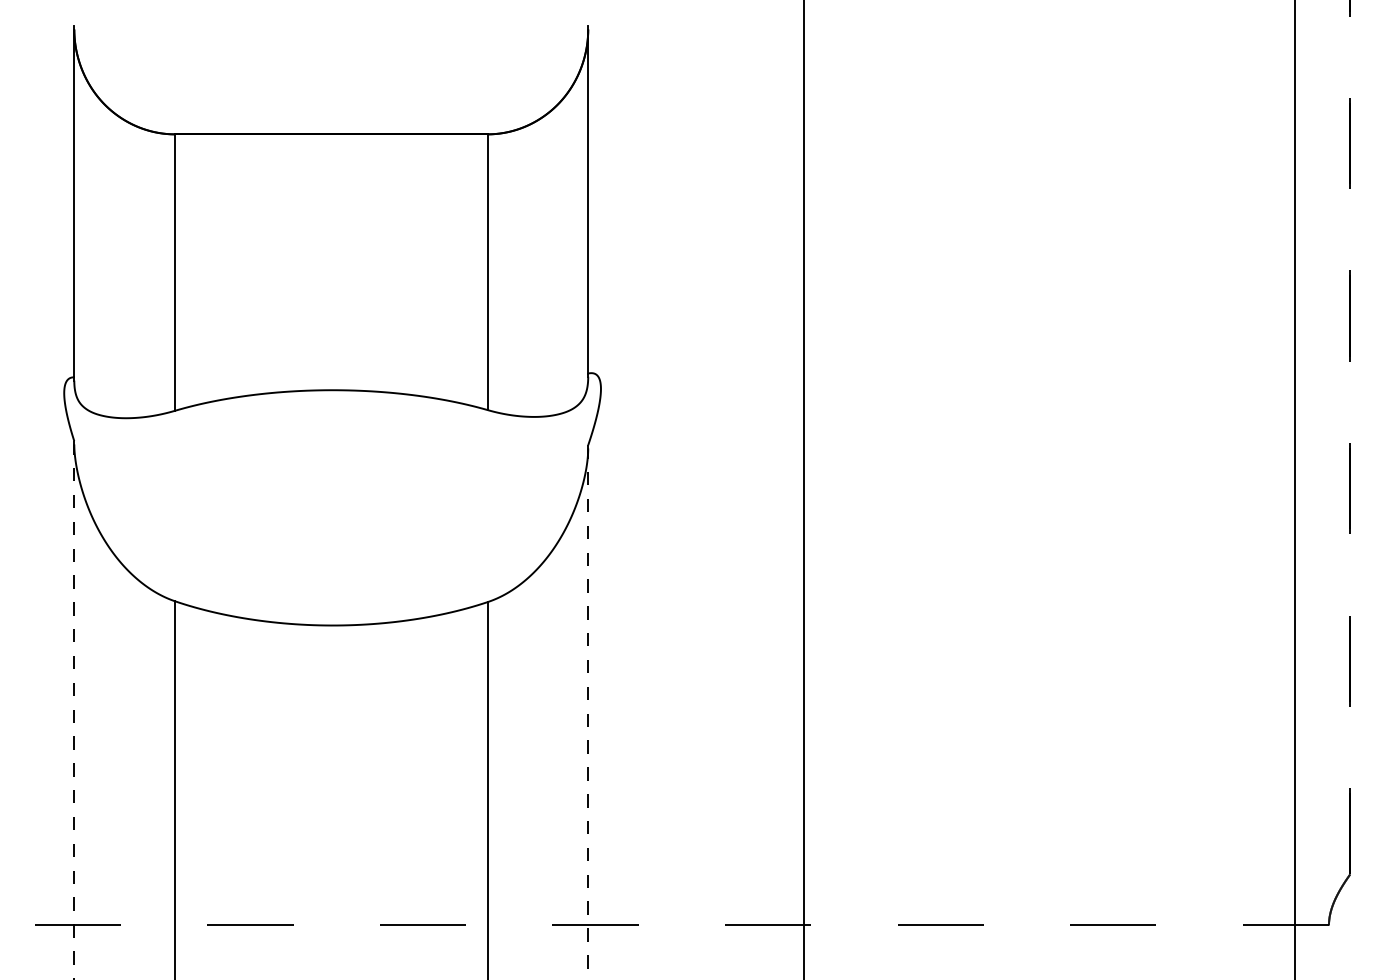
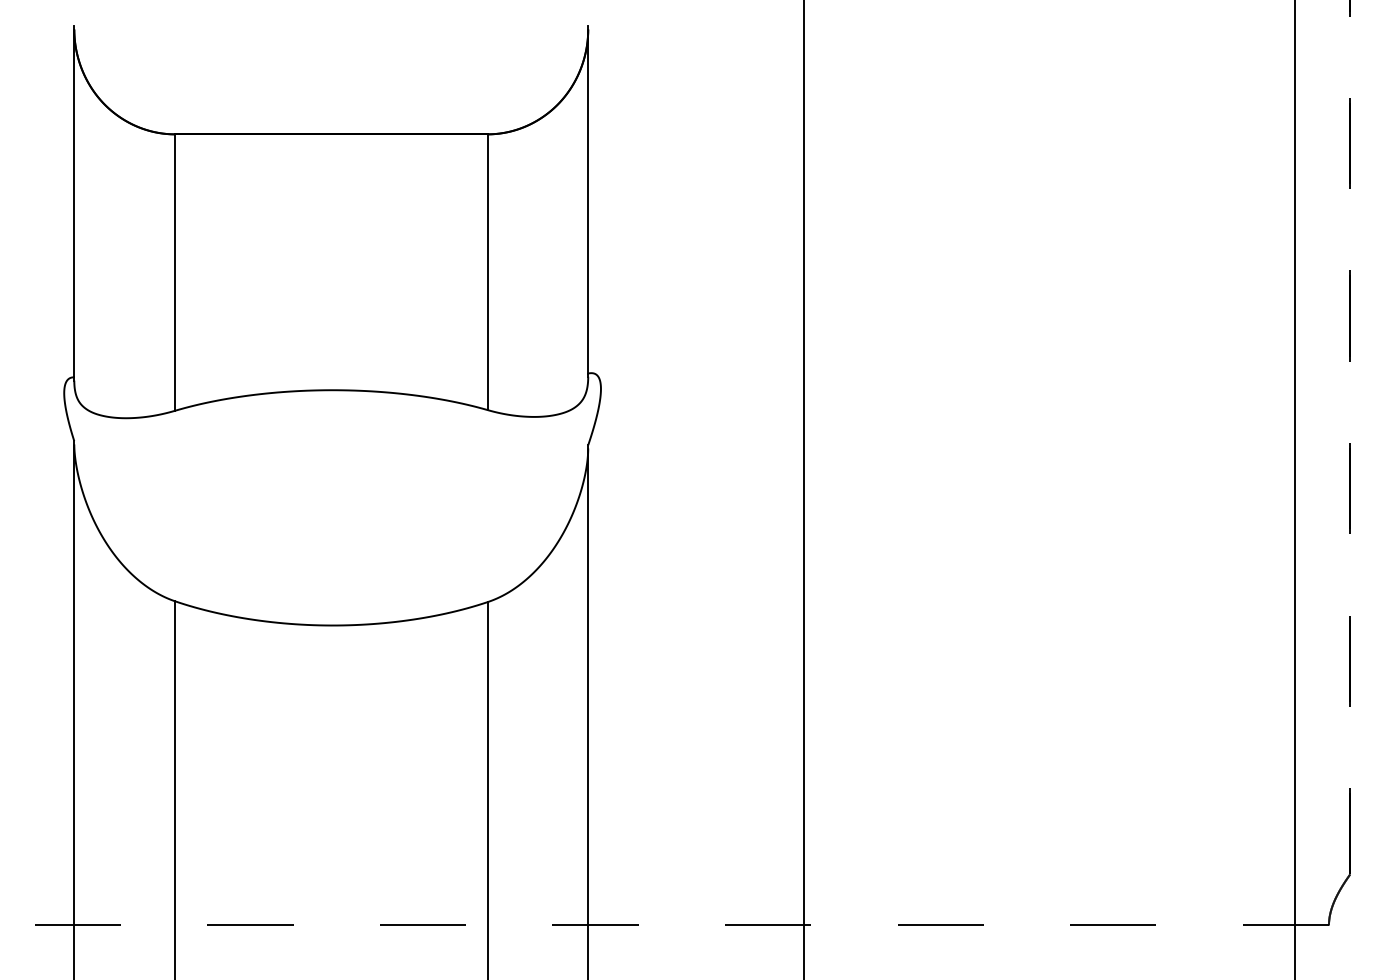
line at (74, 710): dashed -> solid
line at (588, 712): dashed -> solid
